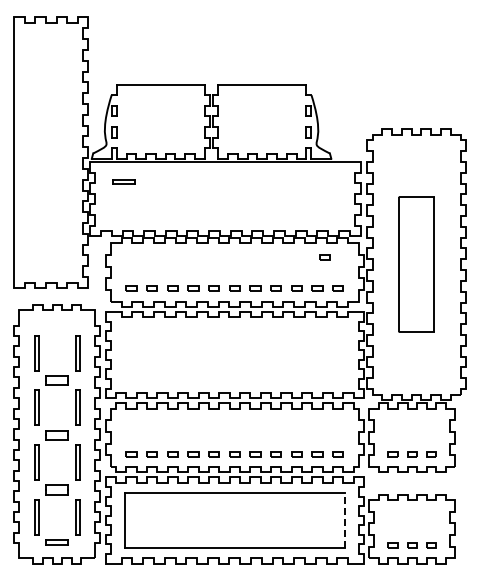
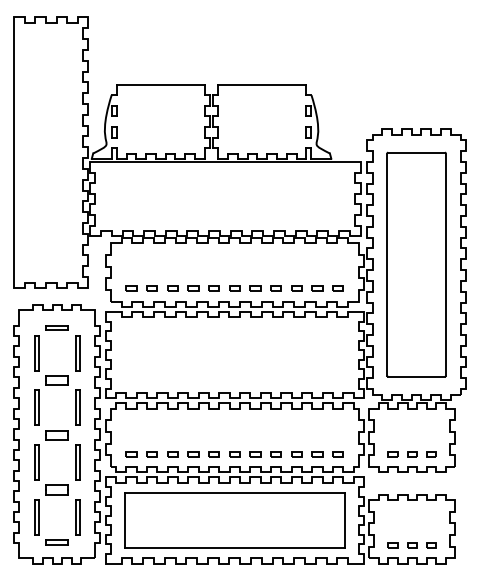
part at (123, 181) position: (123, 181) -> (56, 327)
part at (324, 257): present -> none
part at (416, 264) size: 37x137 px -> 61x227 px
line at (345, 520): dashed -> solid
